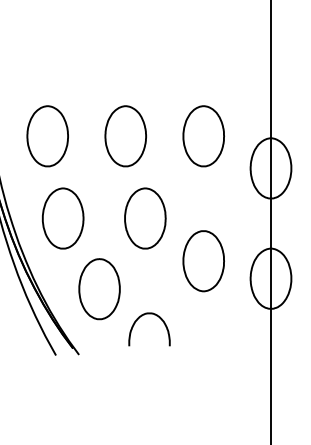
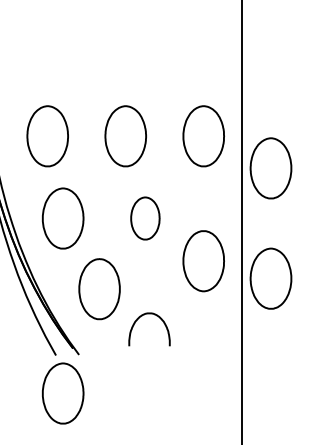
part at (145, 218) size: 43x63 px -> 31x45 px
line at (271, 221) position: (271, 221) -> (242, 221)
part at (62, 393): none -> present
